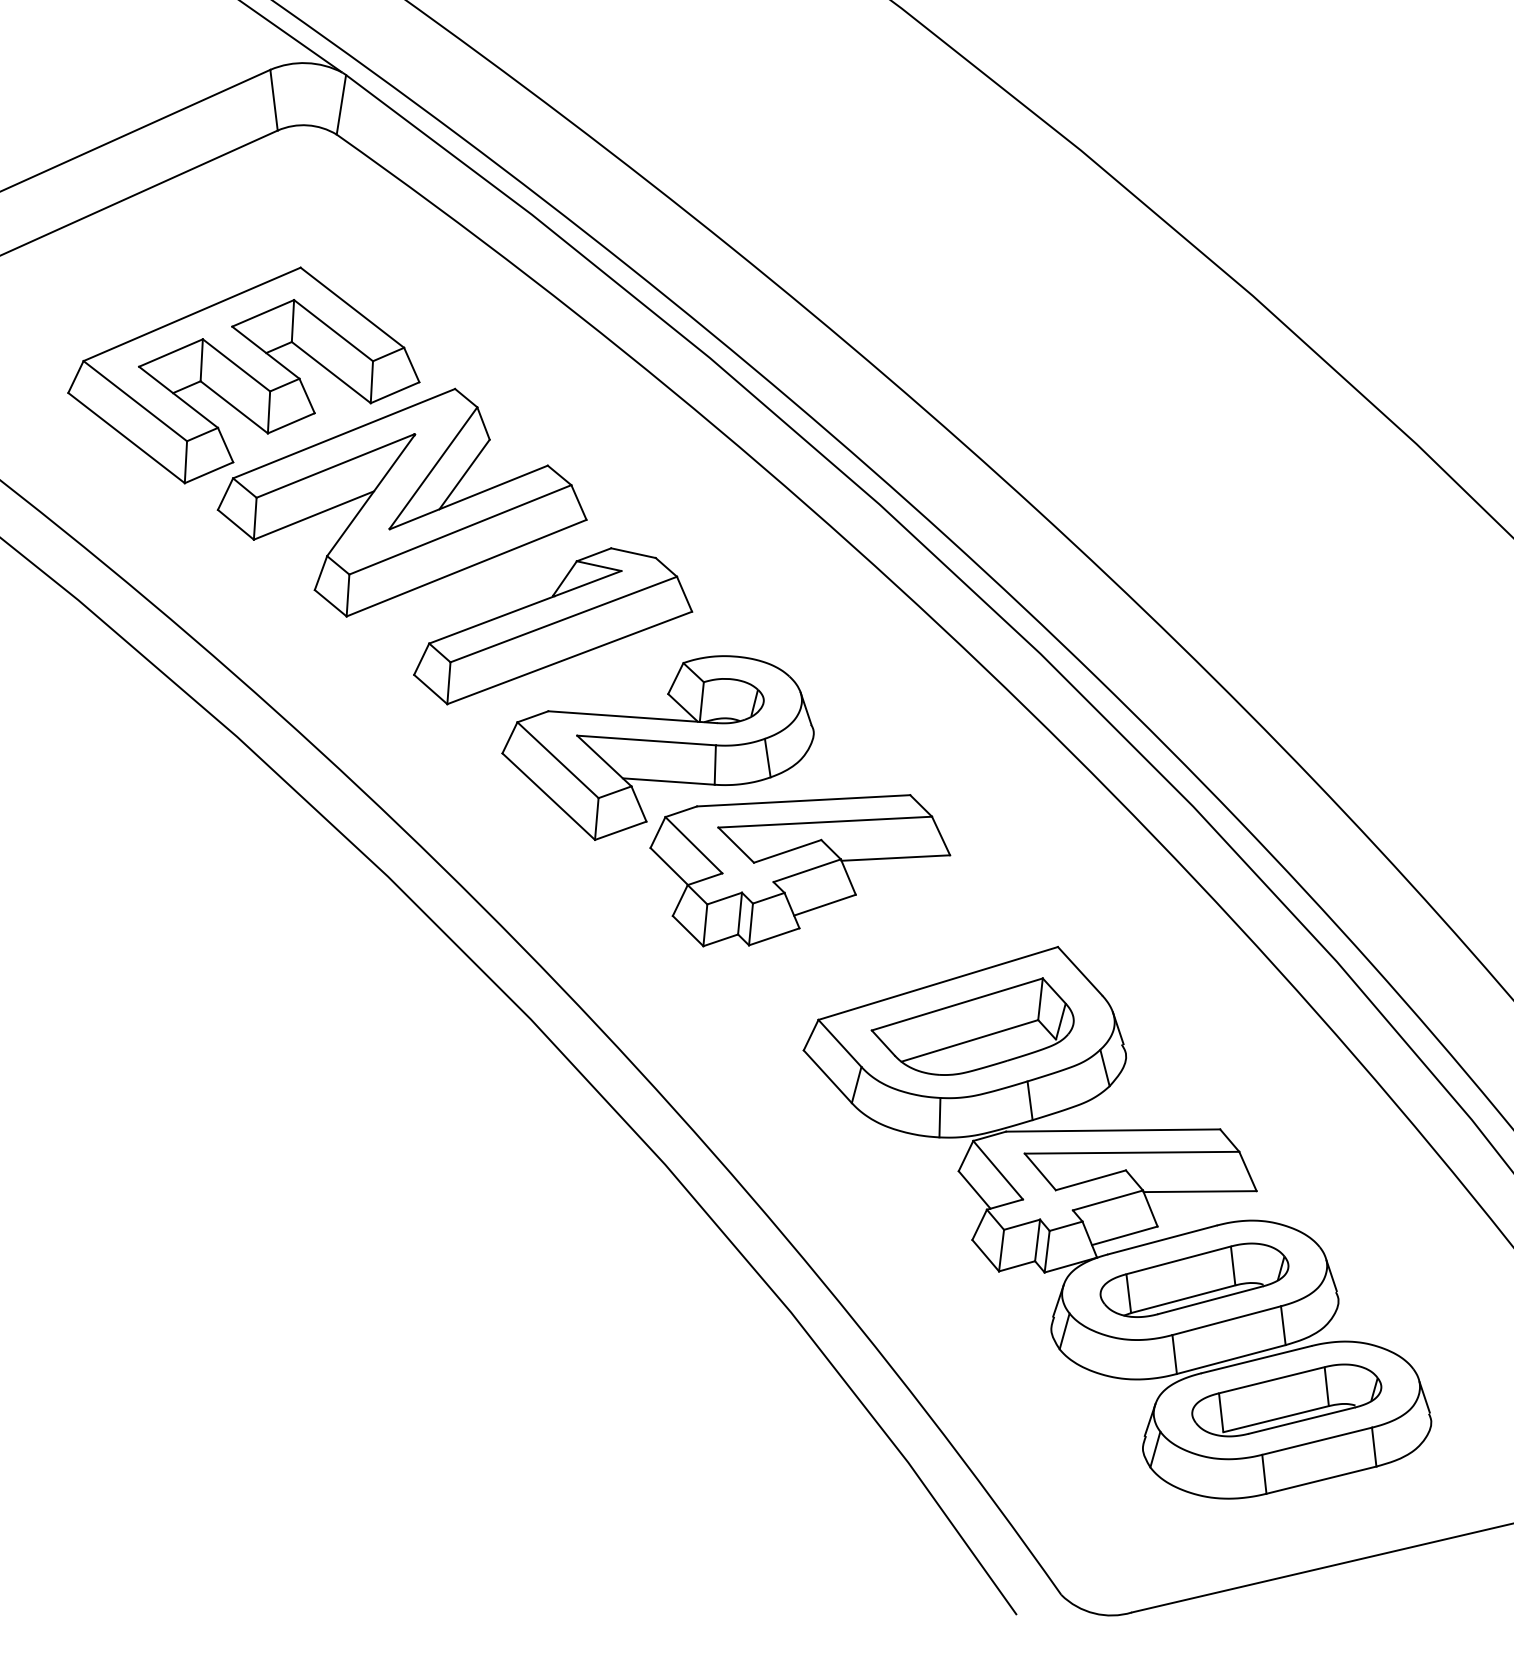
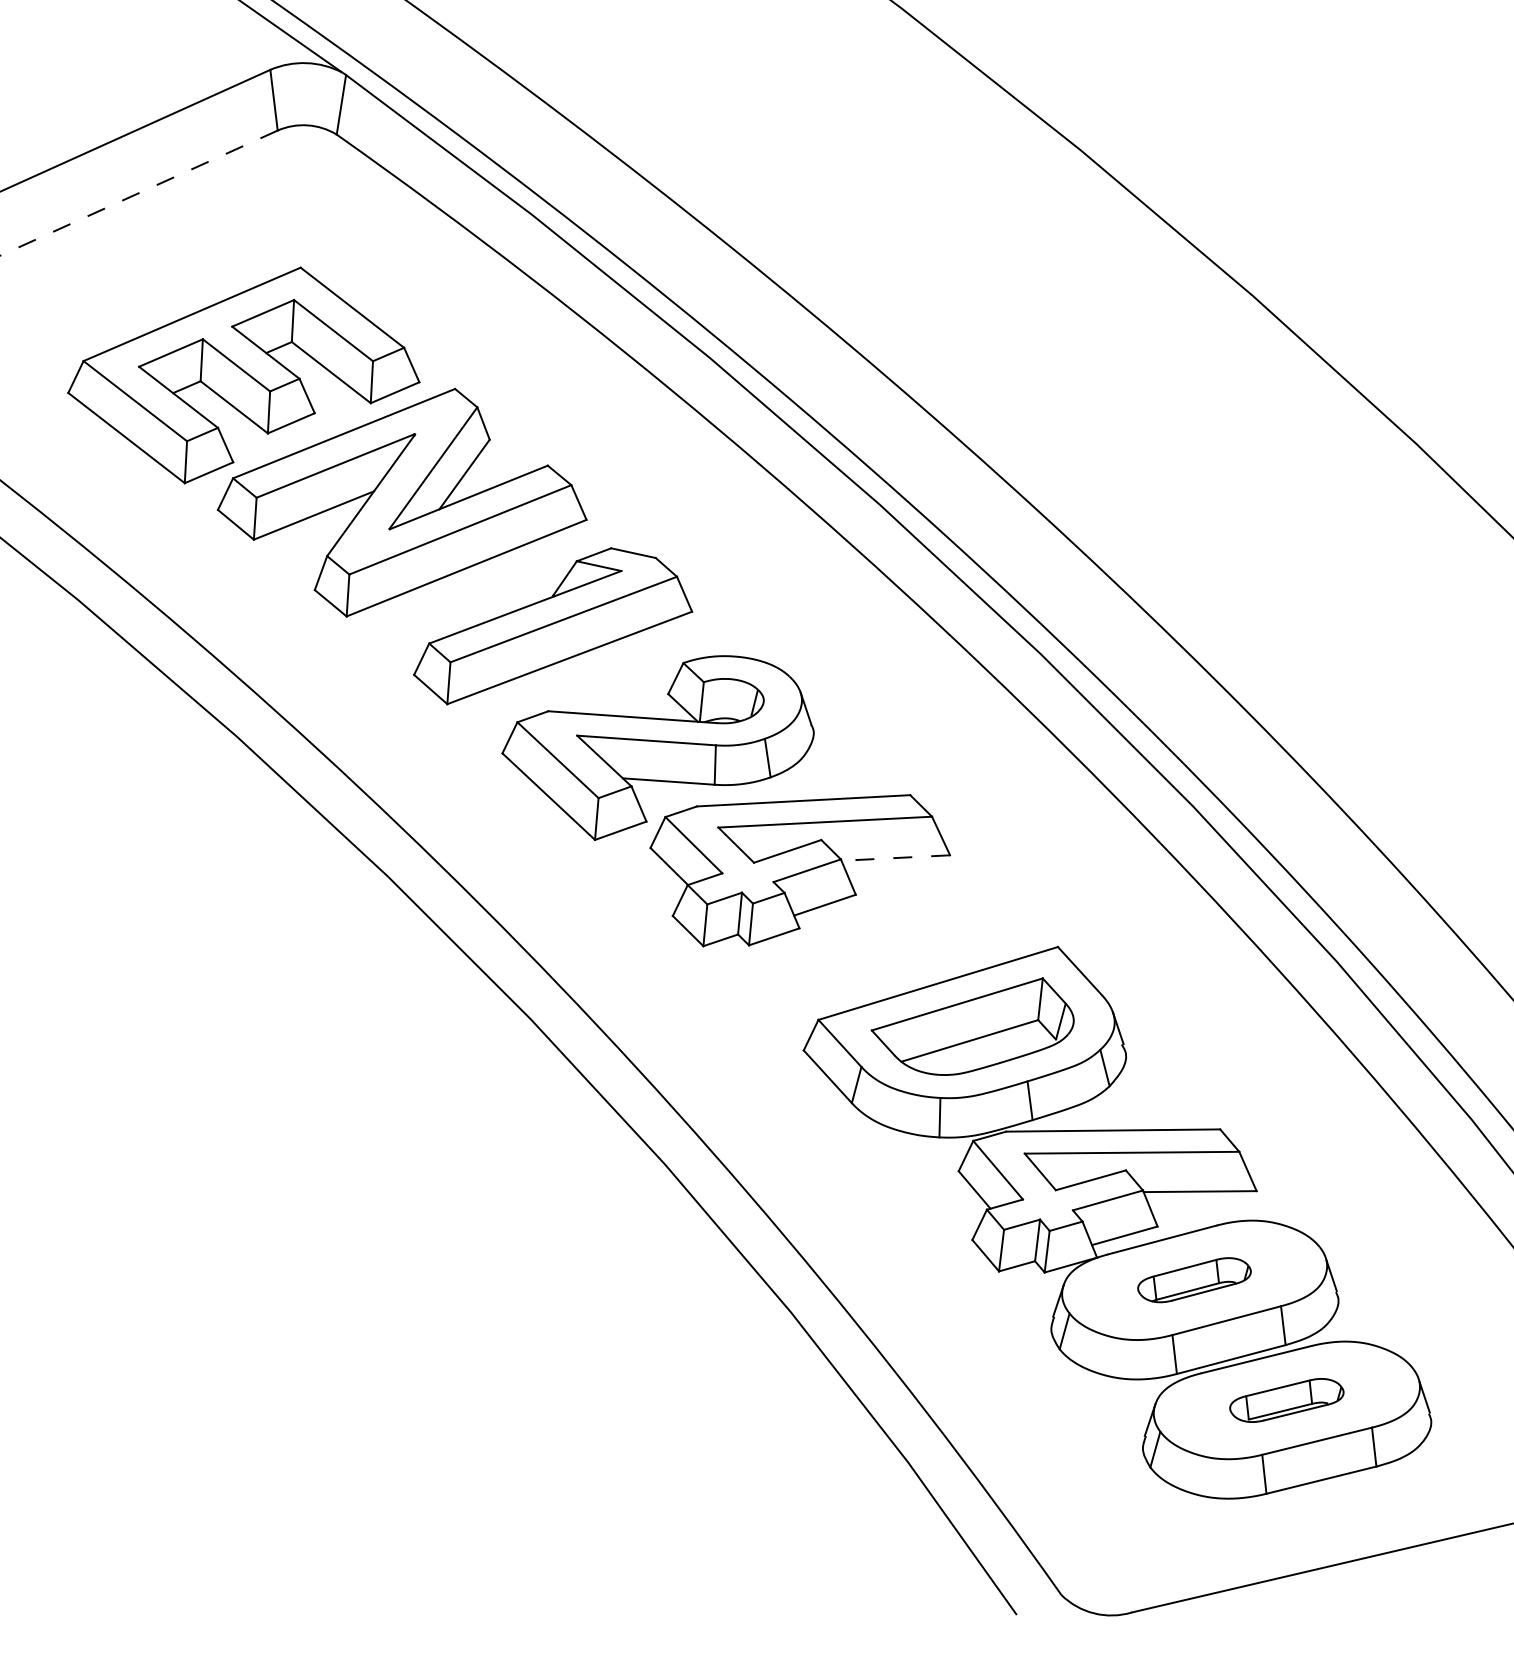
line at (139, 193): solid -> dashed
line at (895, 858): solid -> dashed
part at (1194, 1279) size: 191x76 px -> 115x47 px
part at (1286, 1400) size: 192x75 px -> 116x45 px
